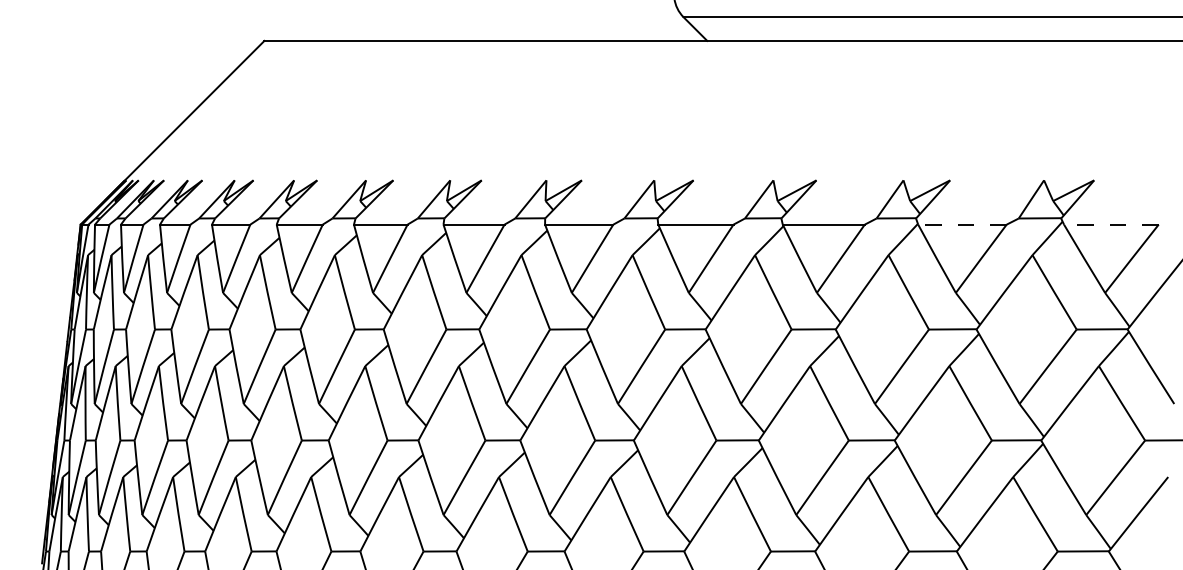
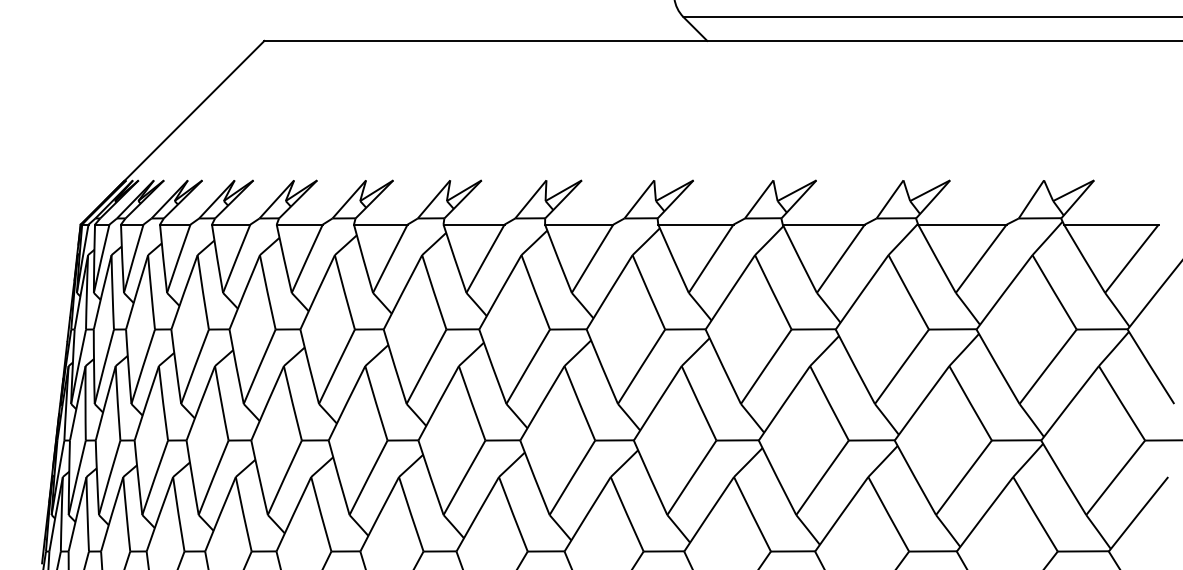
line at (961, 224): dashed -> solid
line at (1110, 224): dashed -> solid
